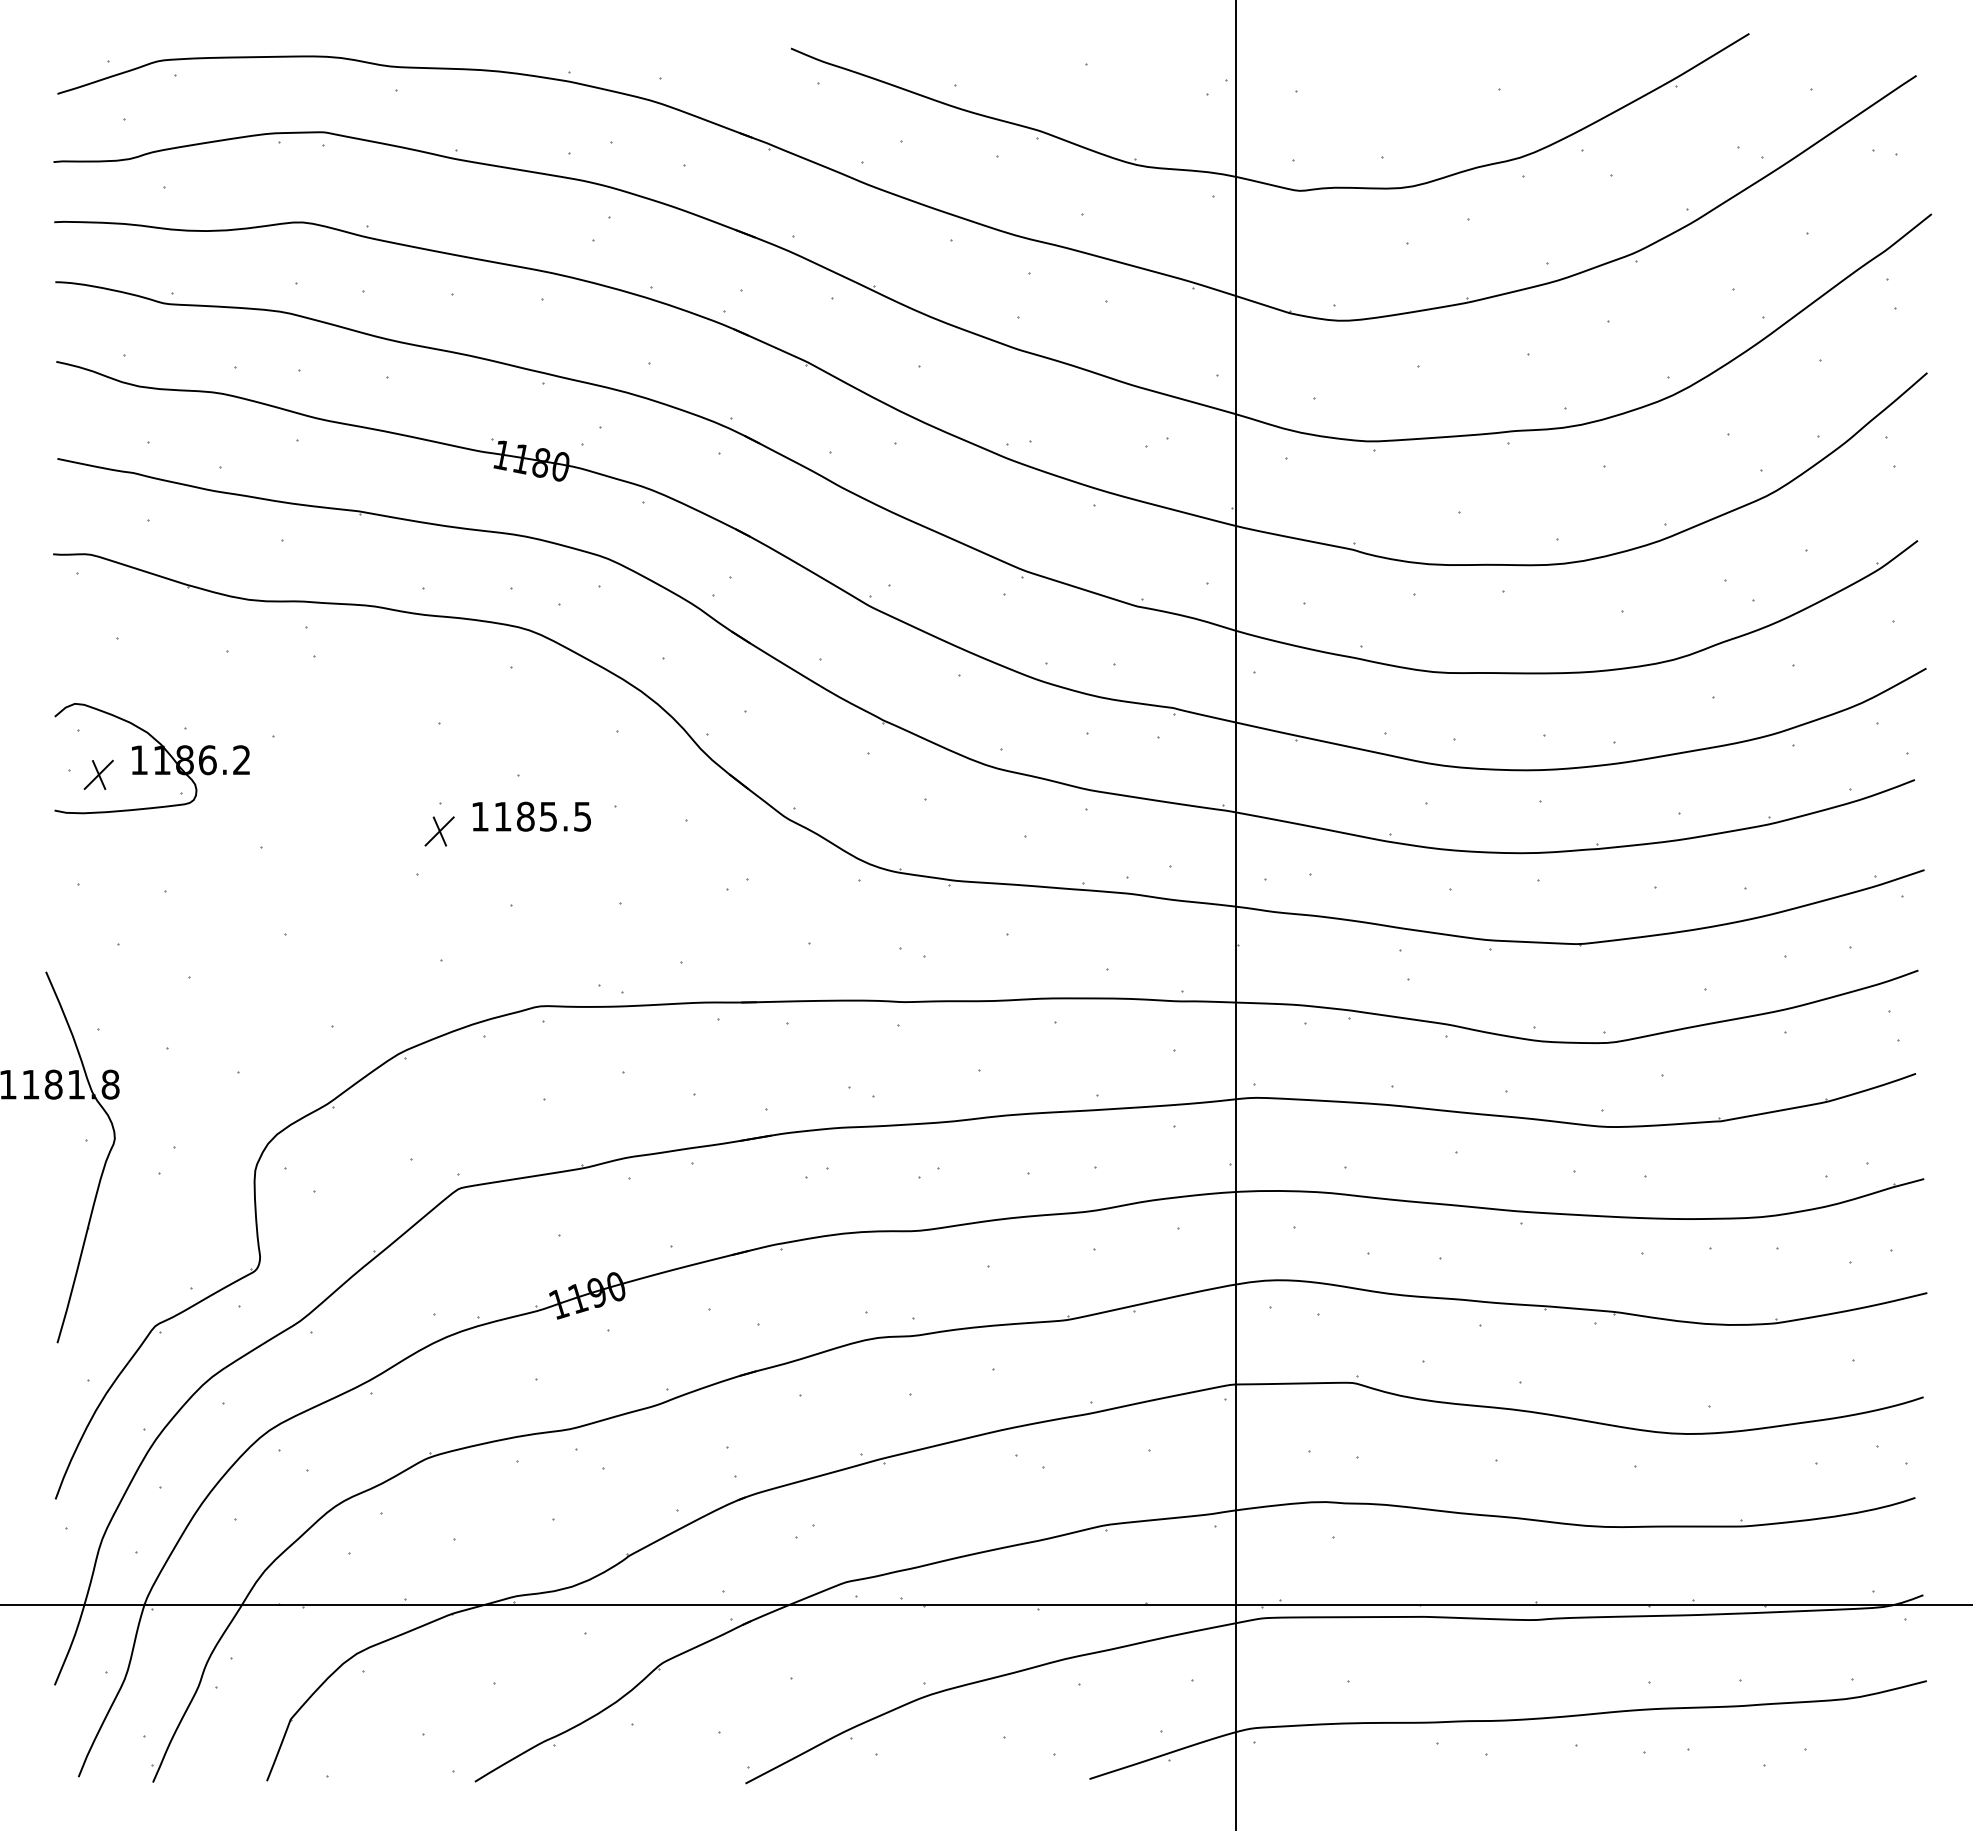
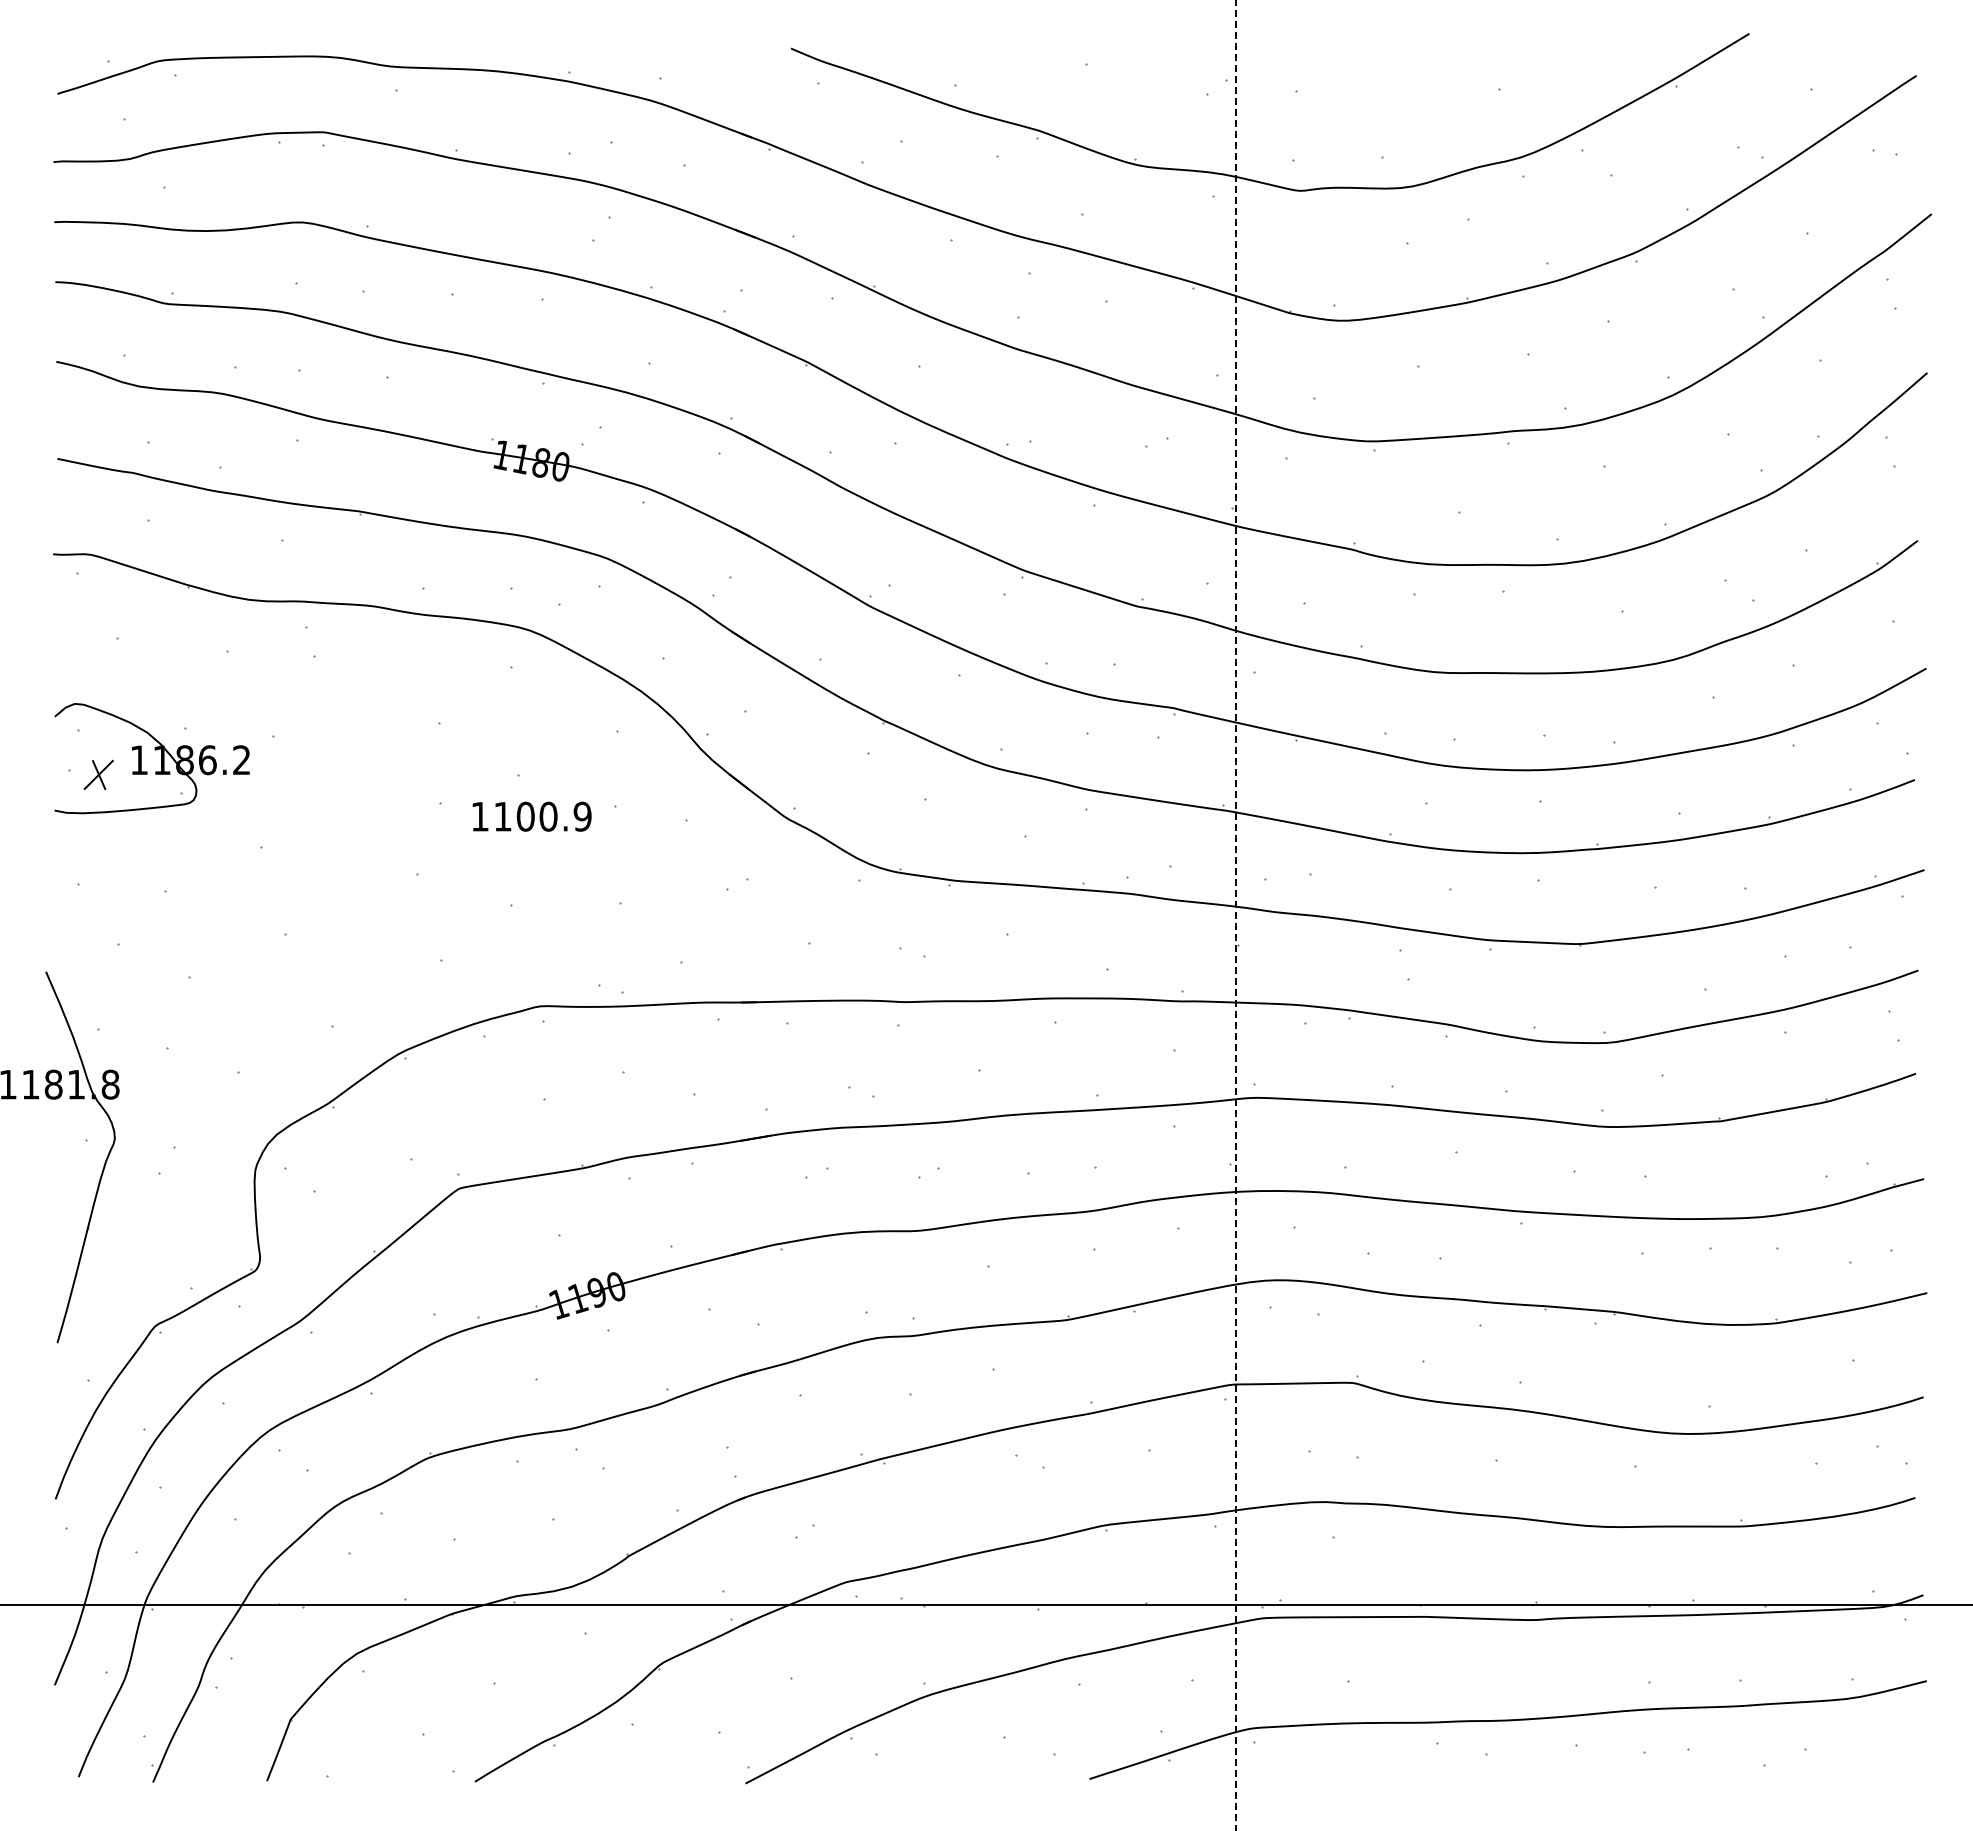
text at (553, 816): 1185.5 -> 1100.9
part at (439, 831): present -> none
line at (1235, 915): solid -> dashed
